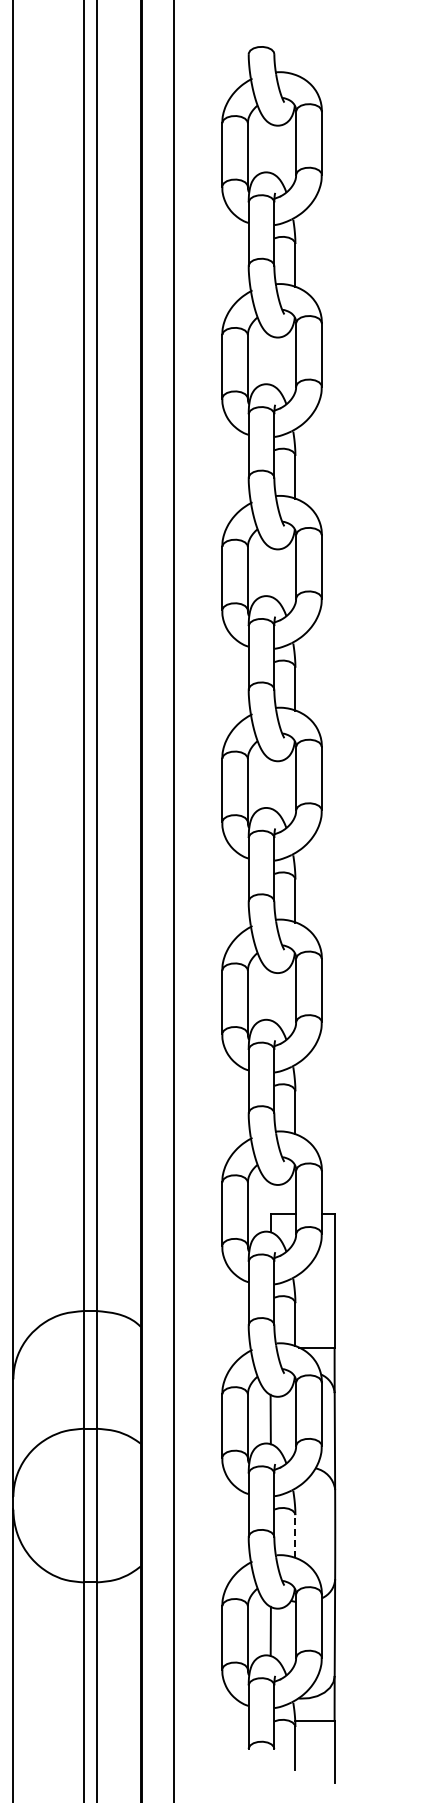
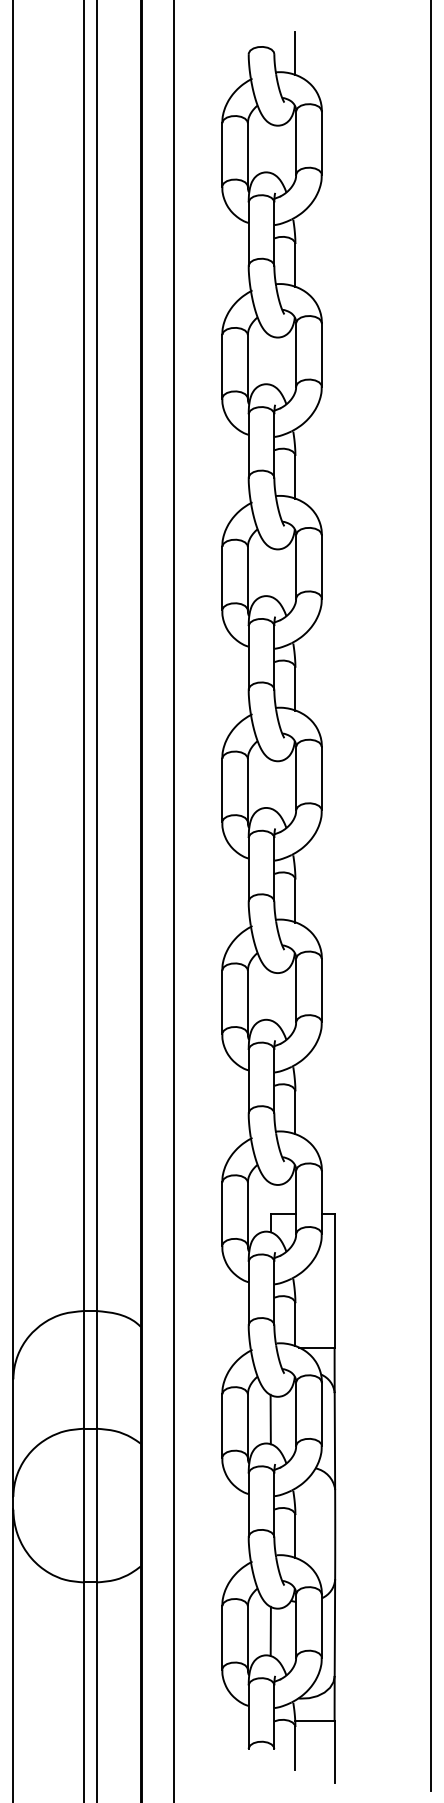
line at (295, 53): none -> present
line at (430, 896): none -> present
line at (295, 1536): dashed -> solid
